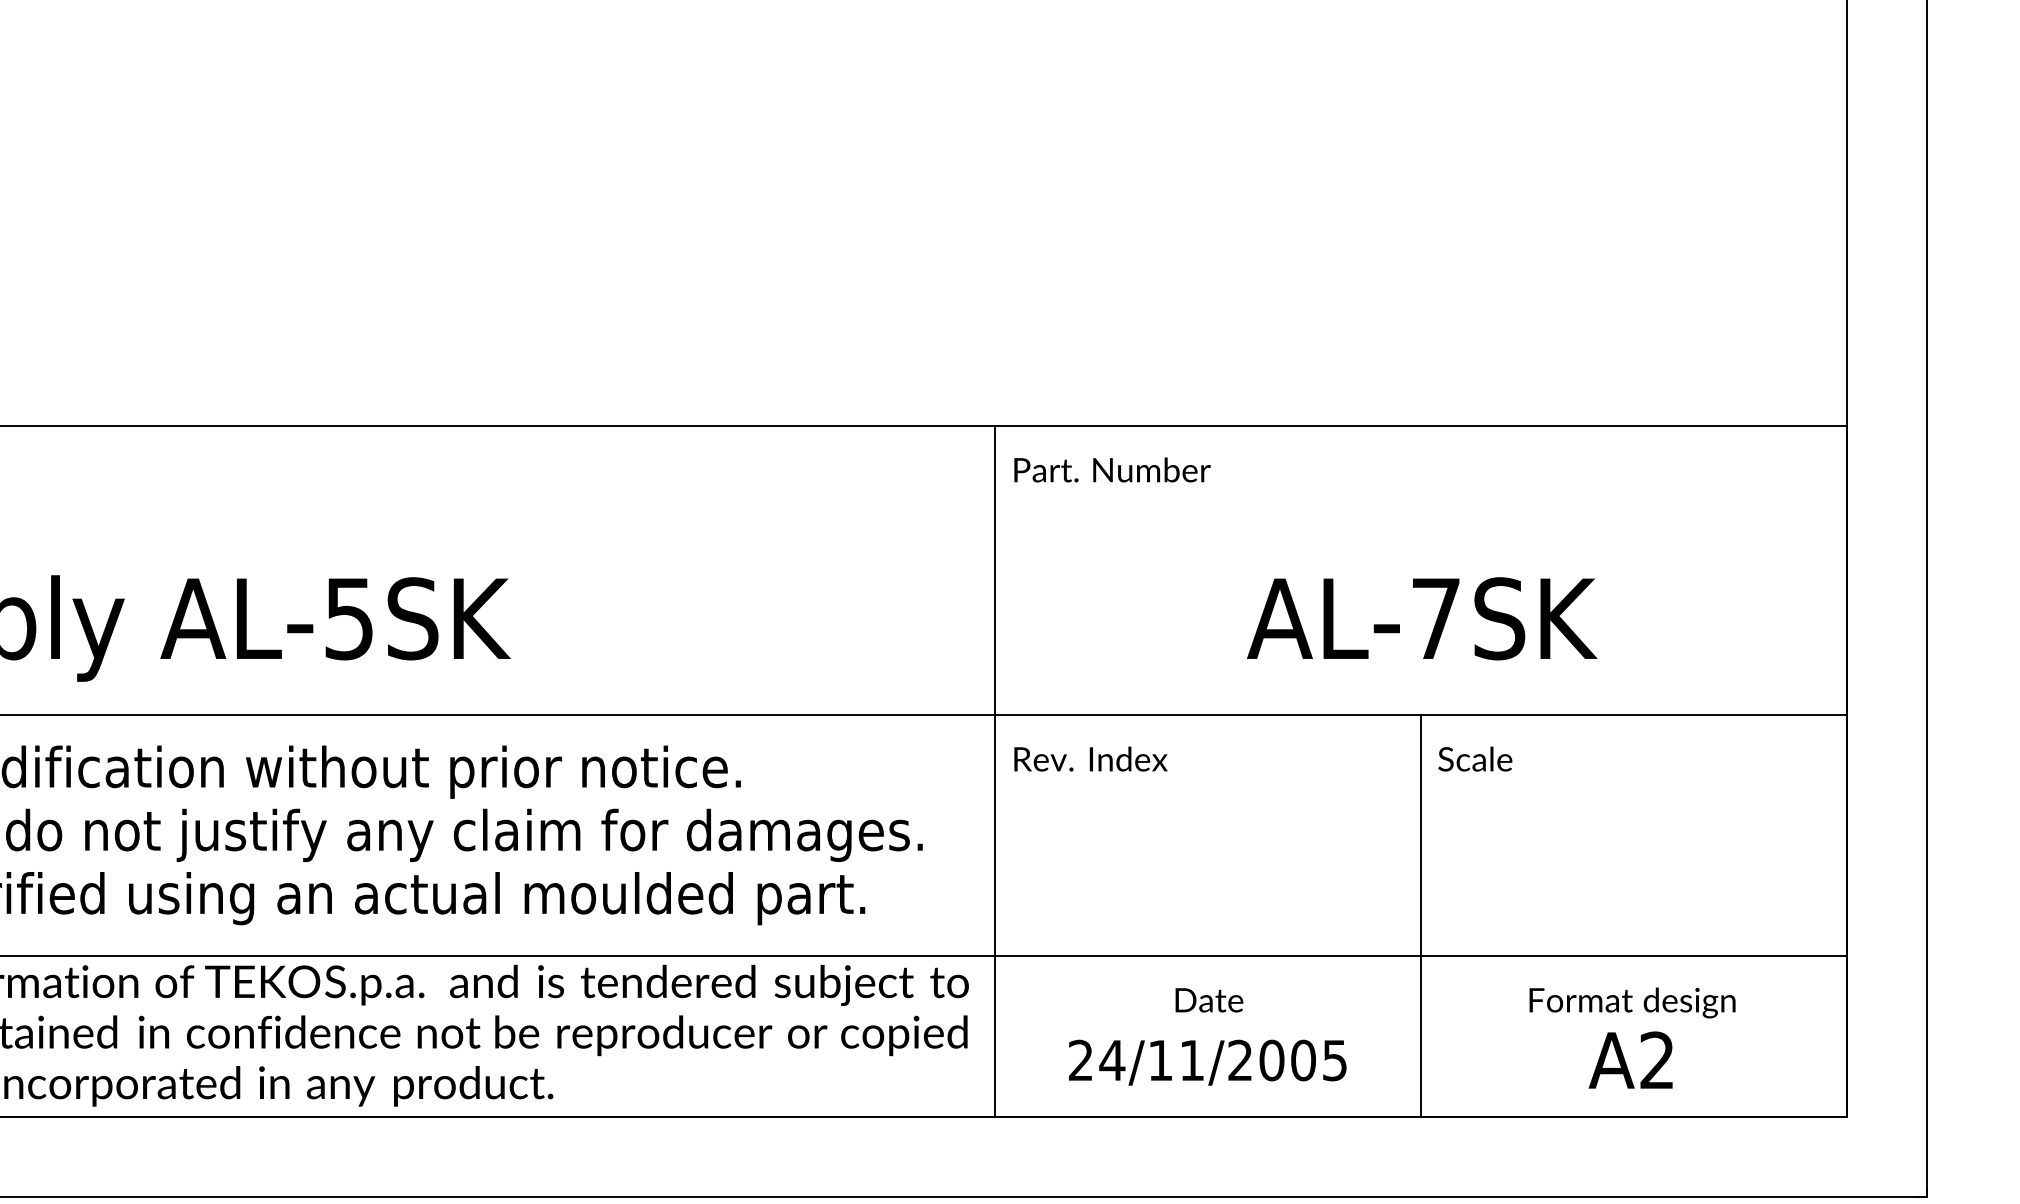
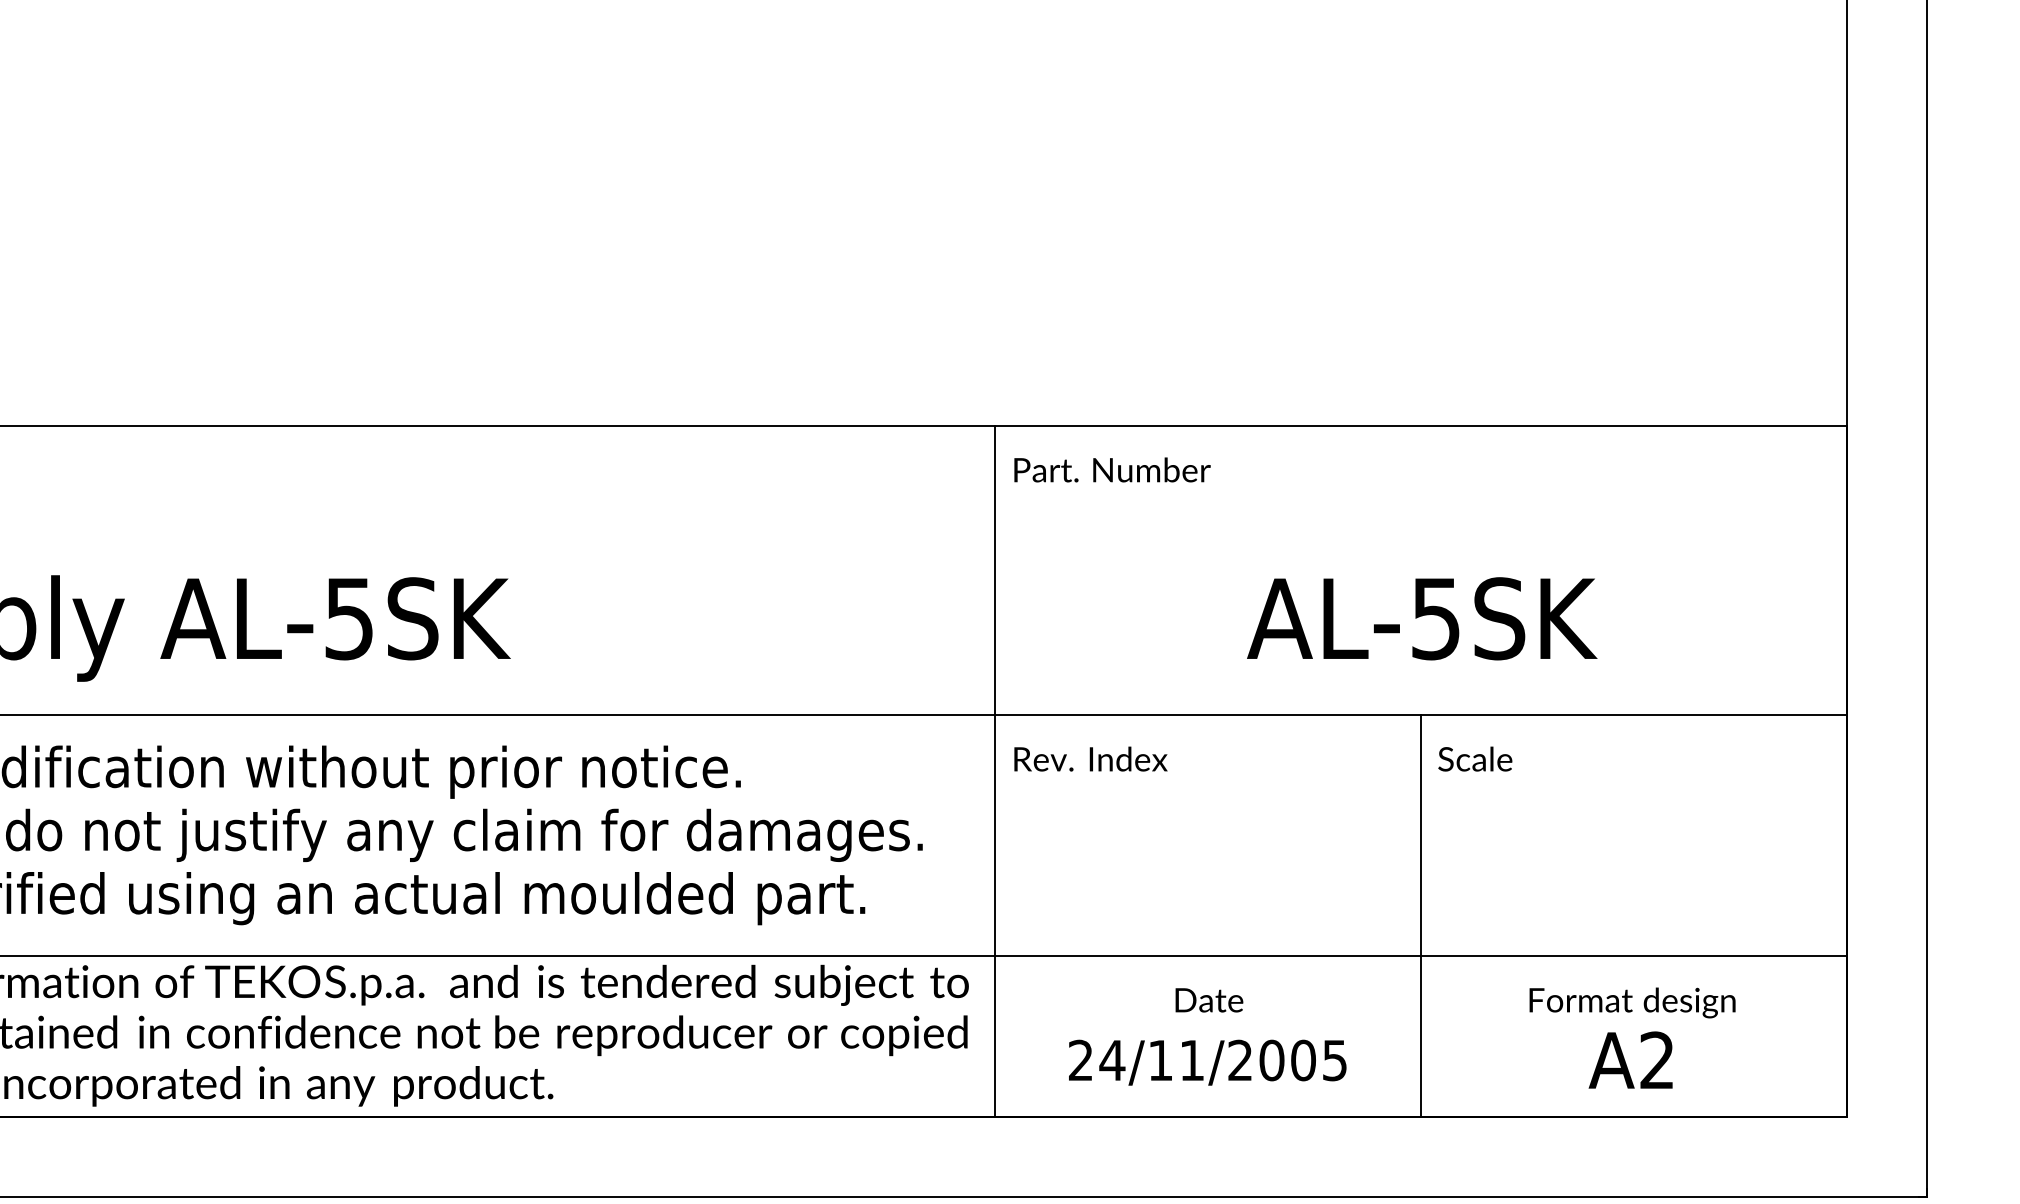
text at (1435, 619): AL-7SK -> AL-5SK
